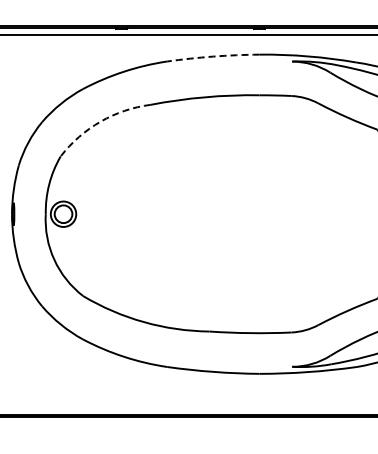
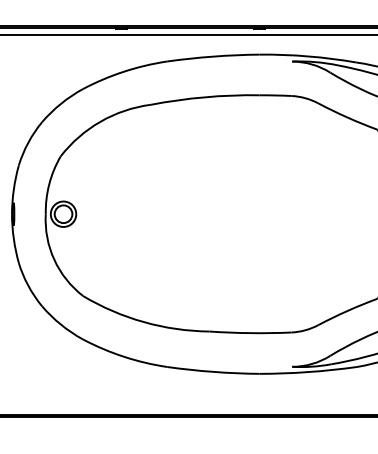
arc at (213, 56): dashed -> solid
arc at (100, 121): dashed -> solid
